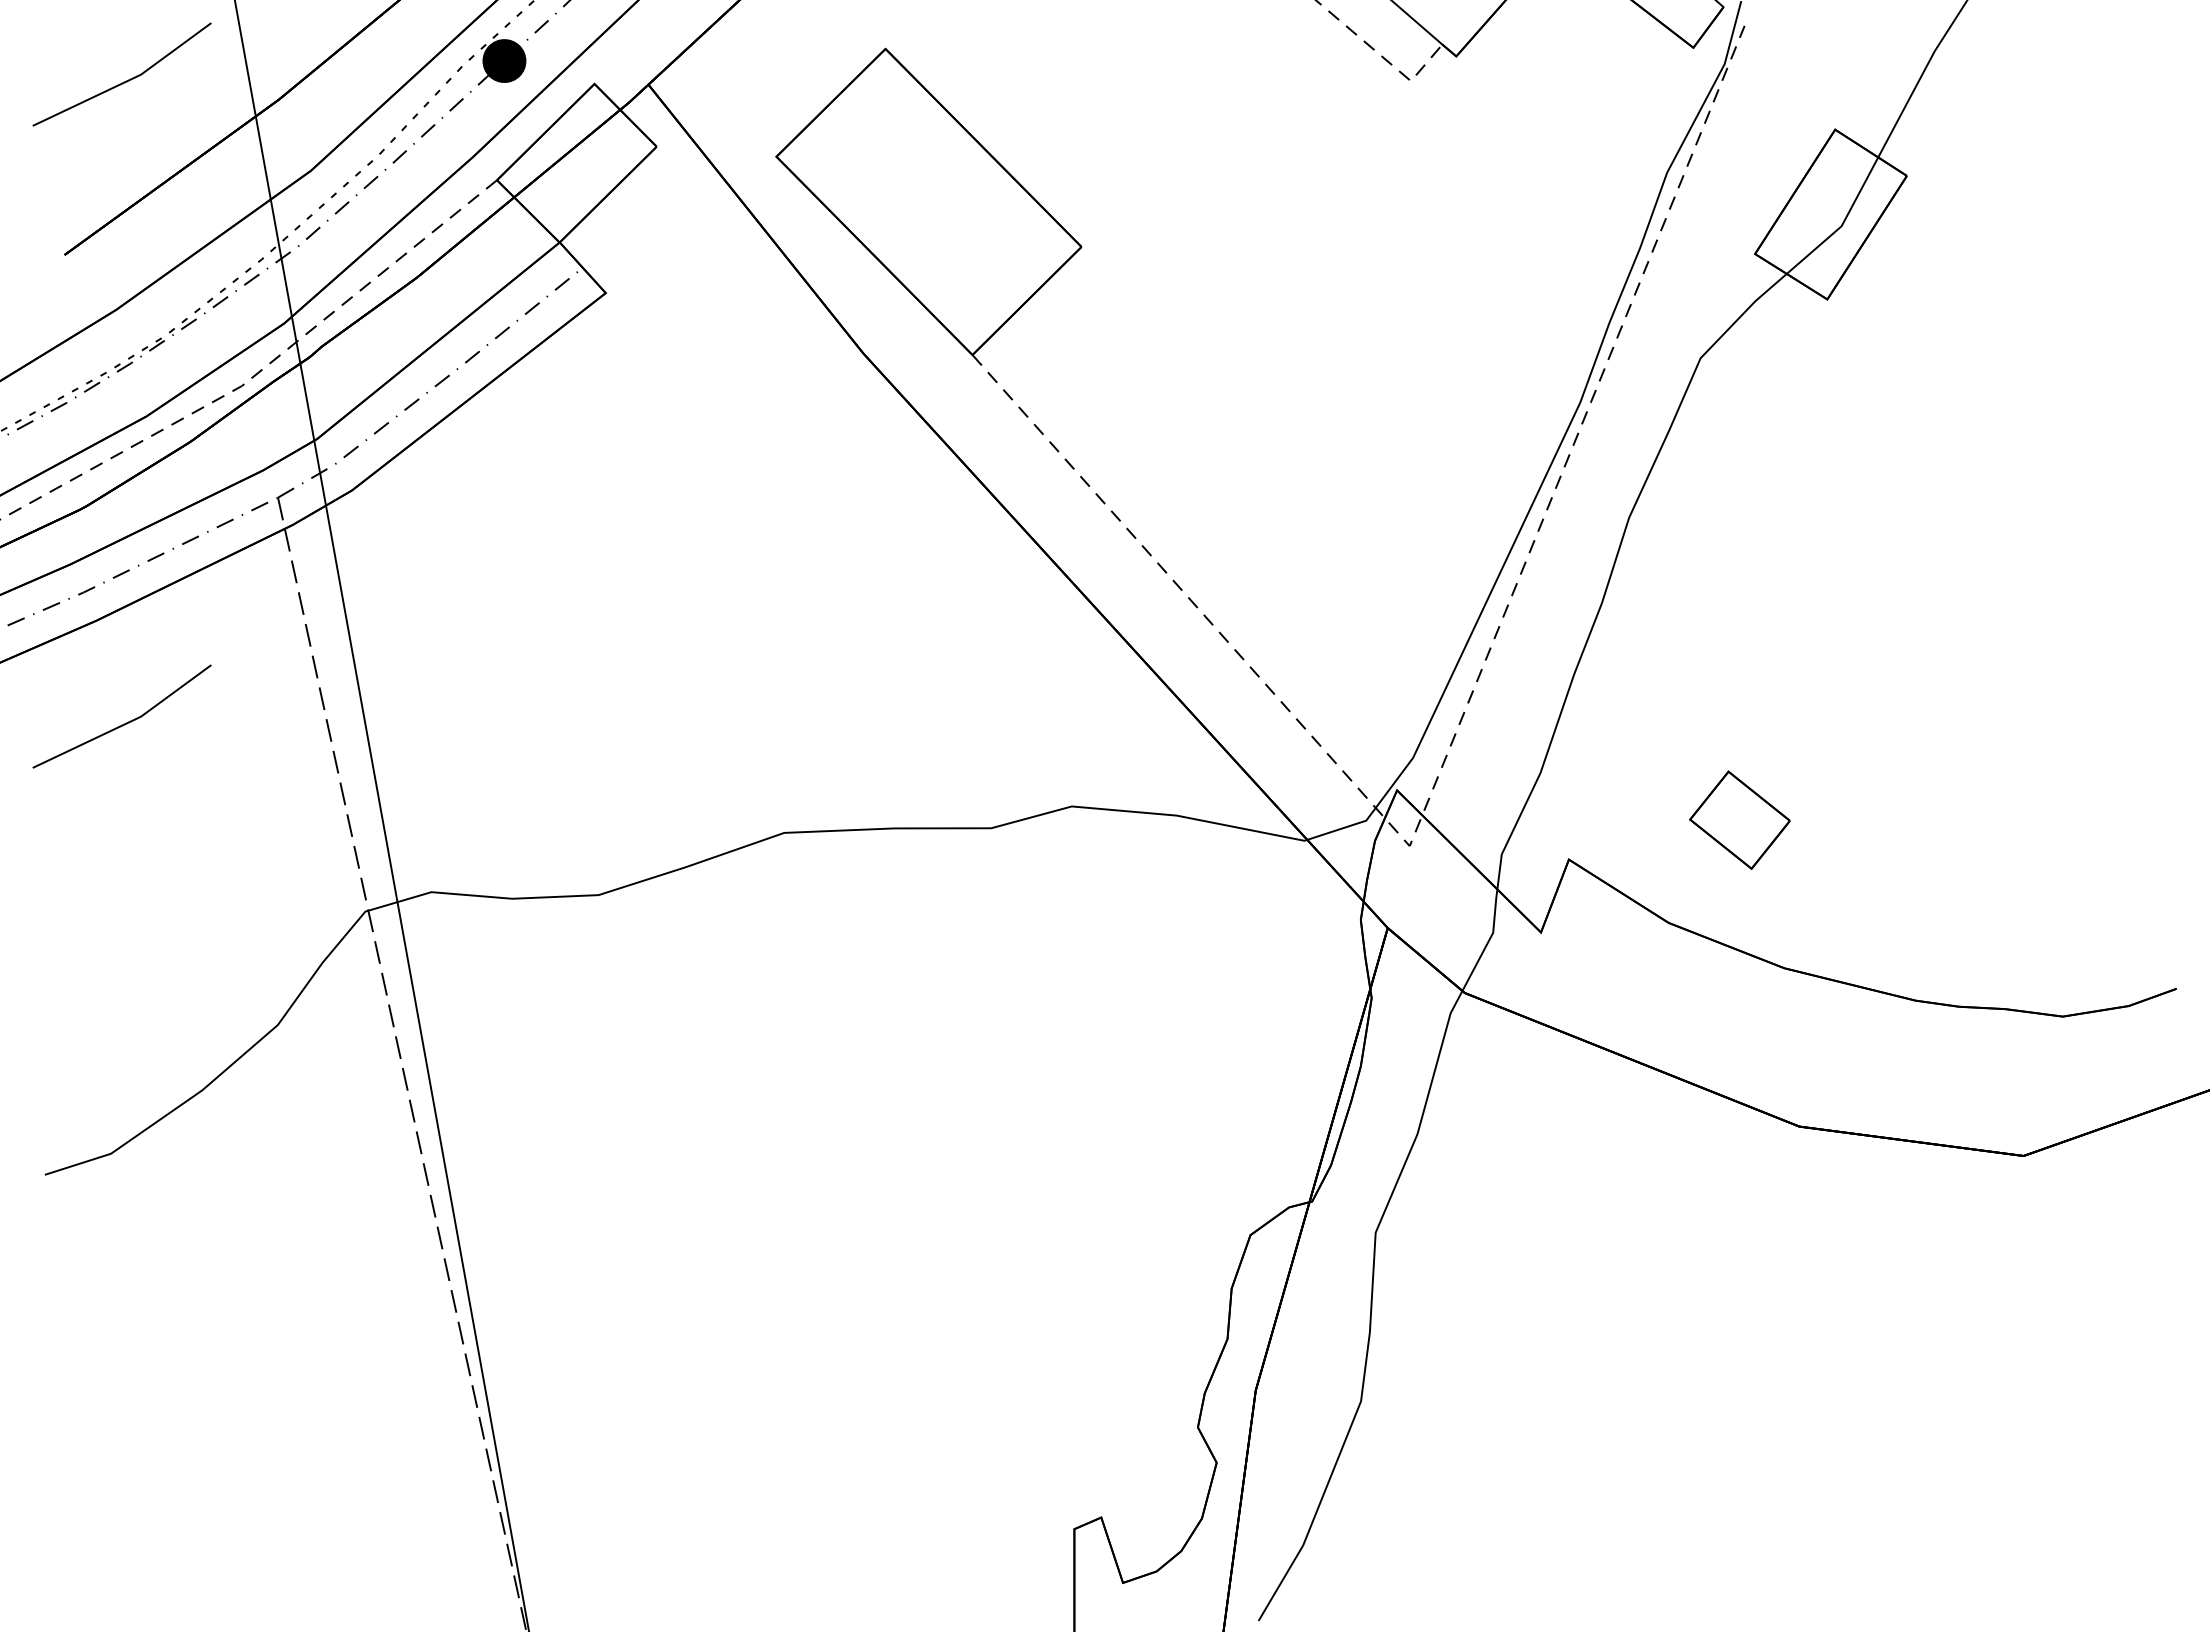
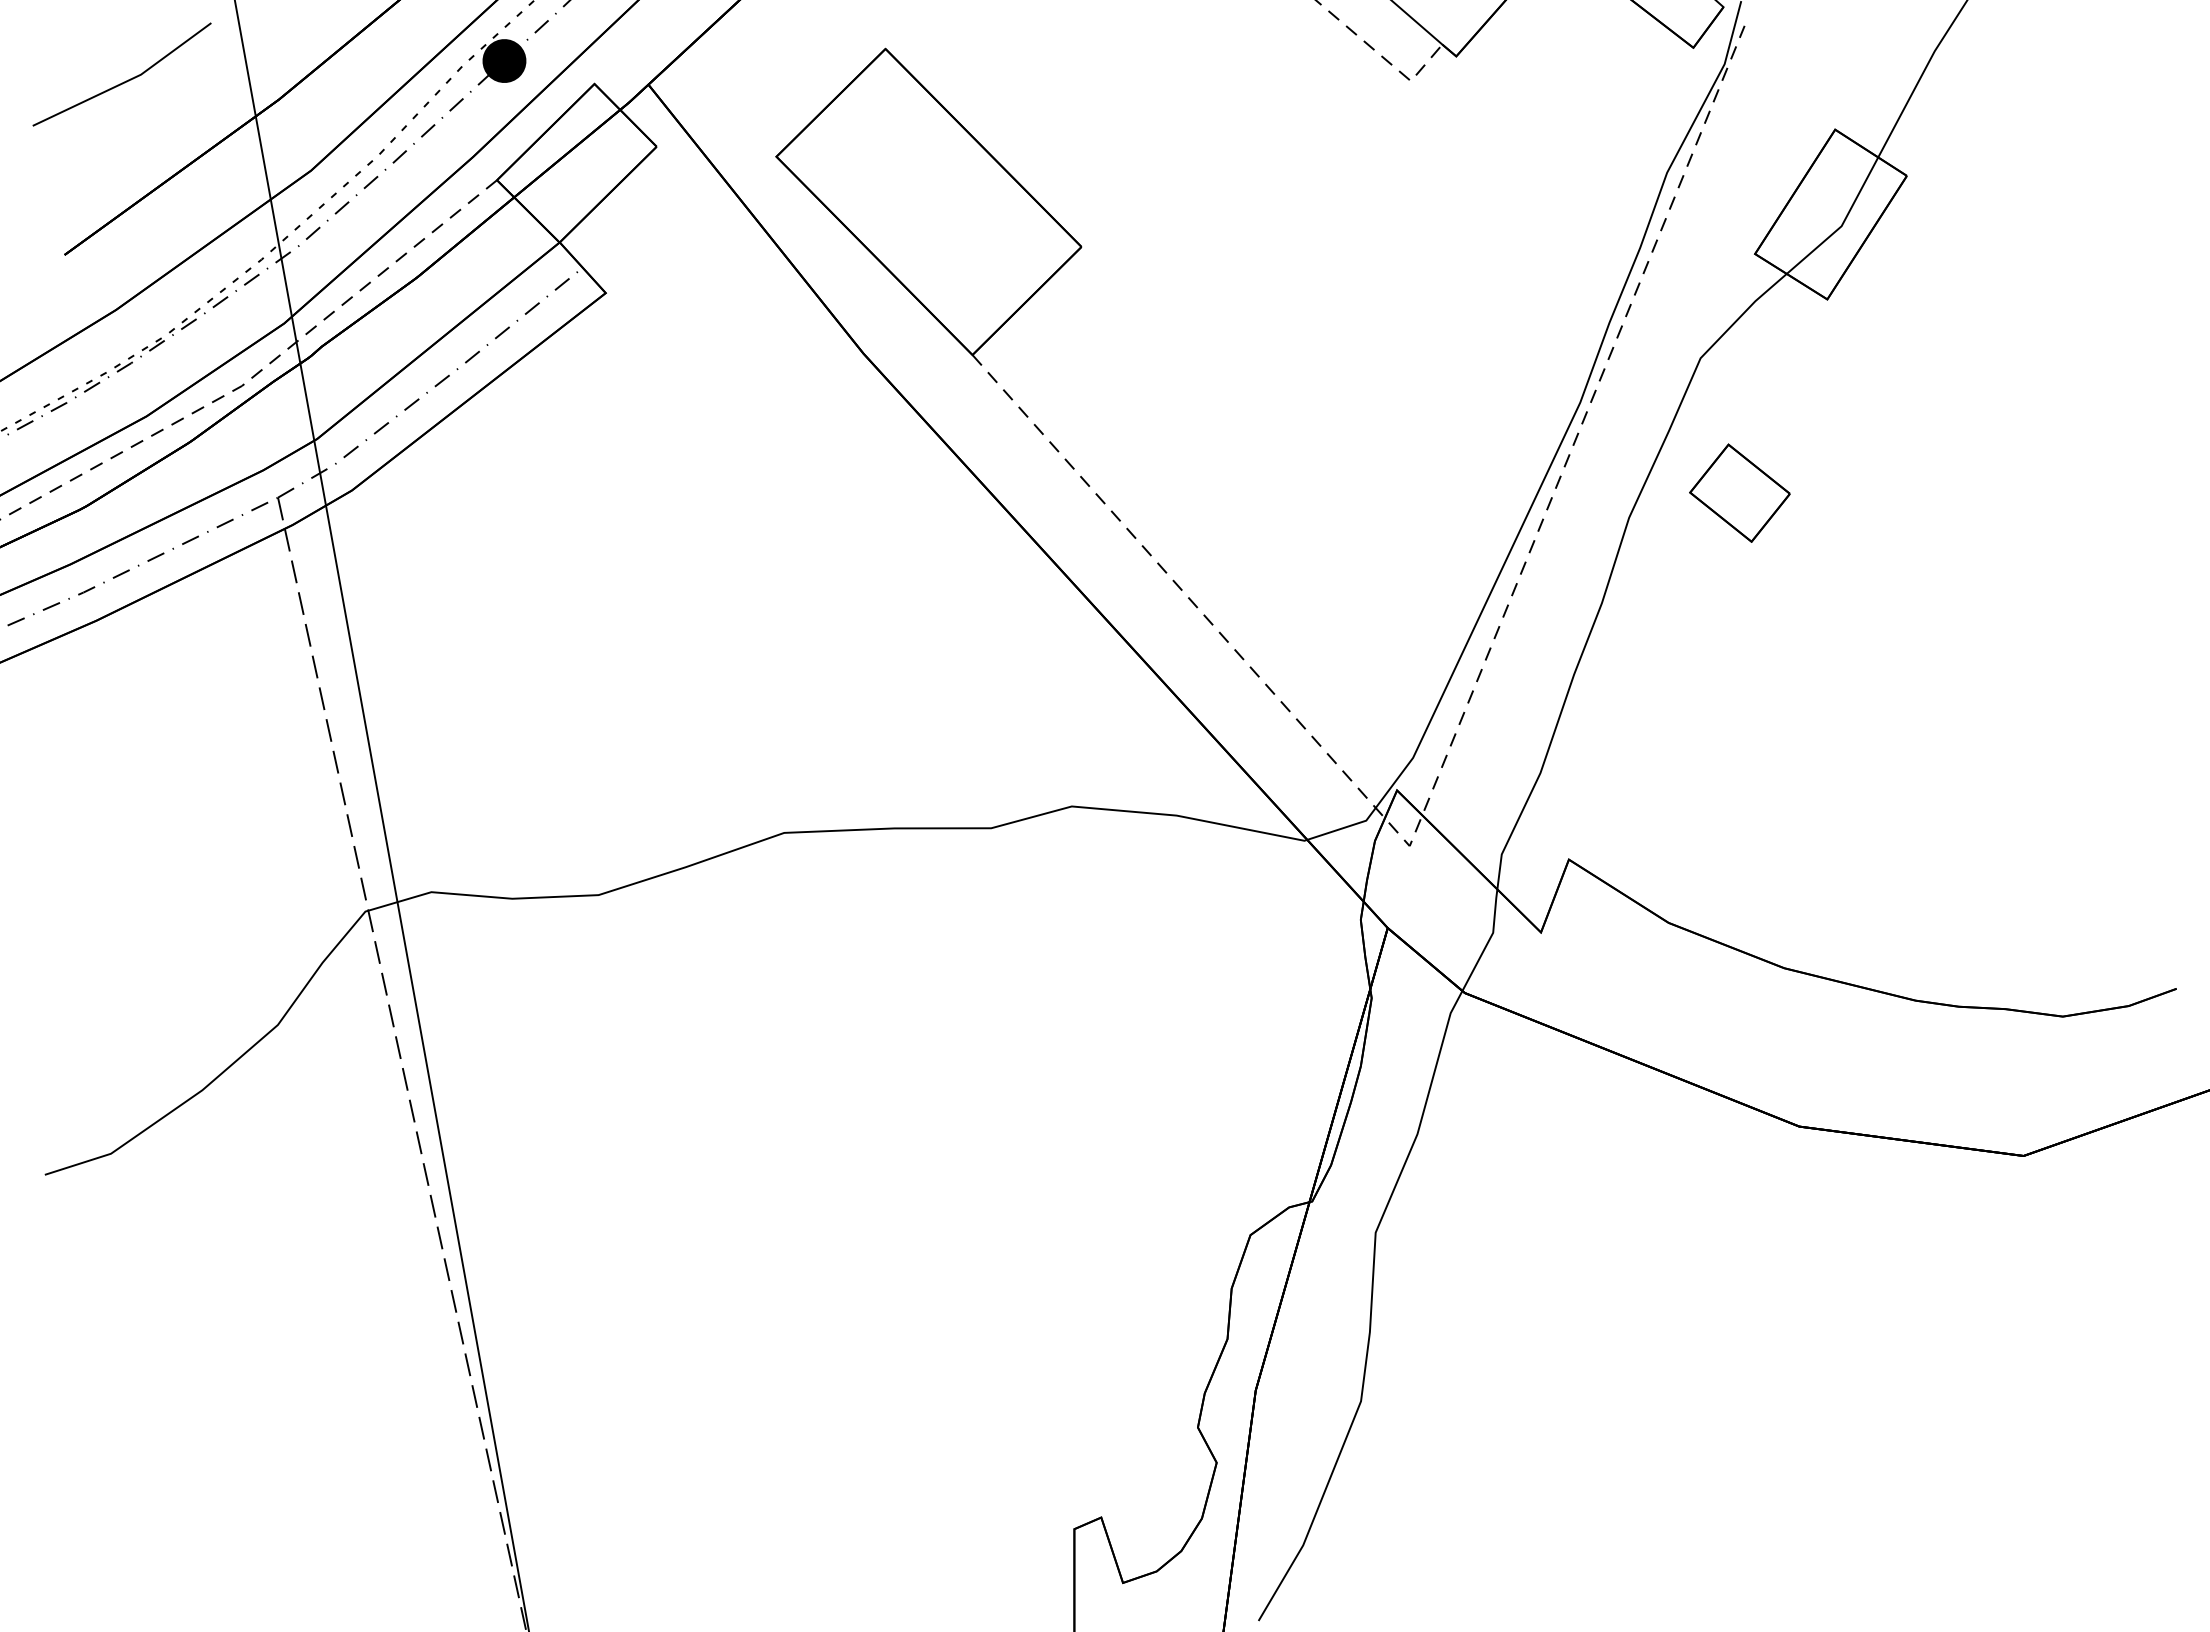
line at (124, 723): present -> none
part at (1739, 819) position: (1739, 819) -> (1739, 492)
